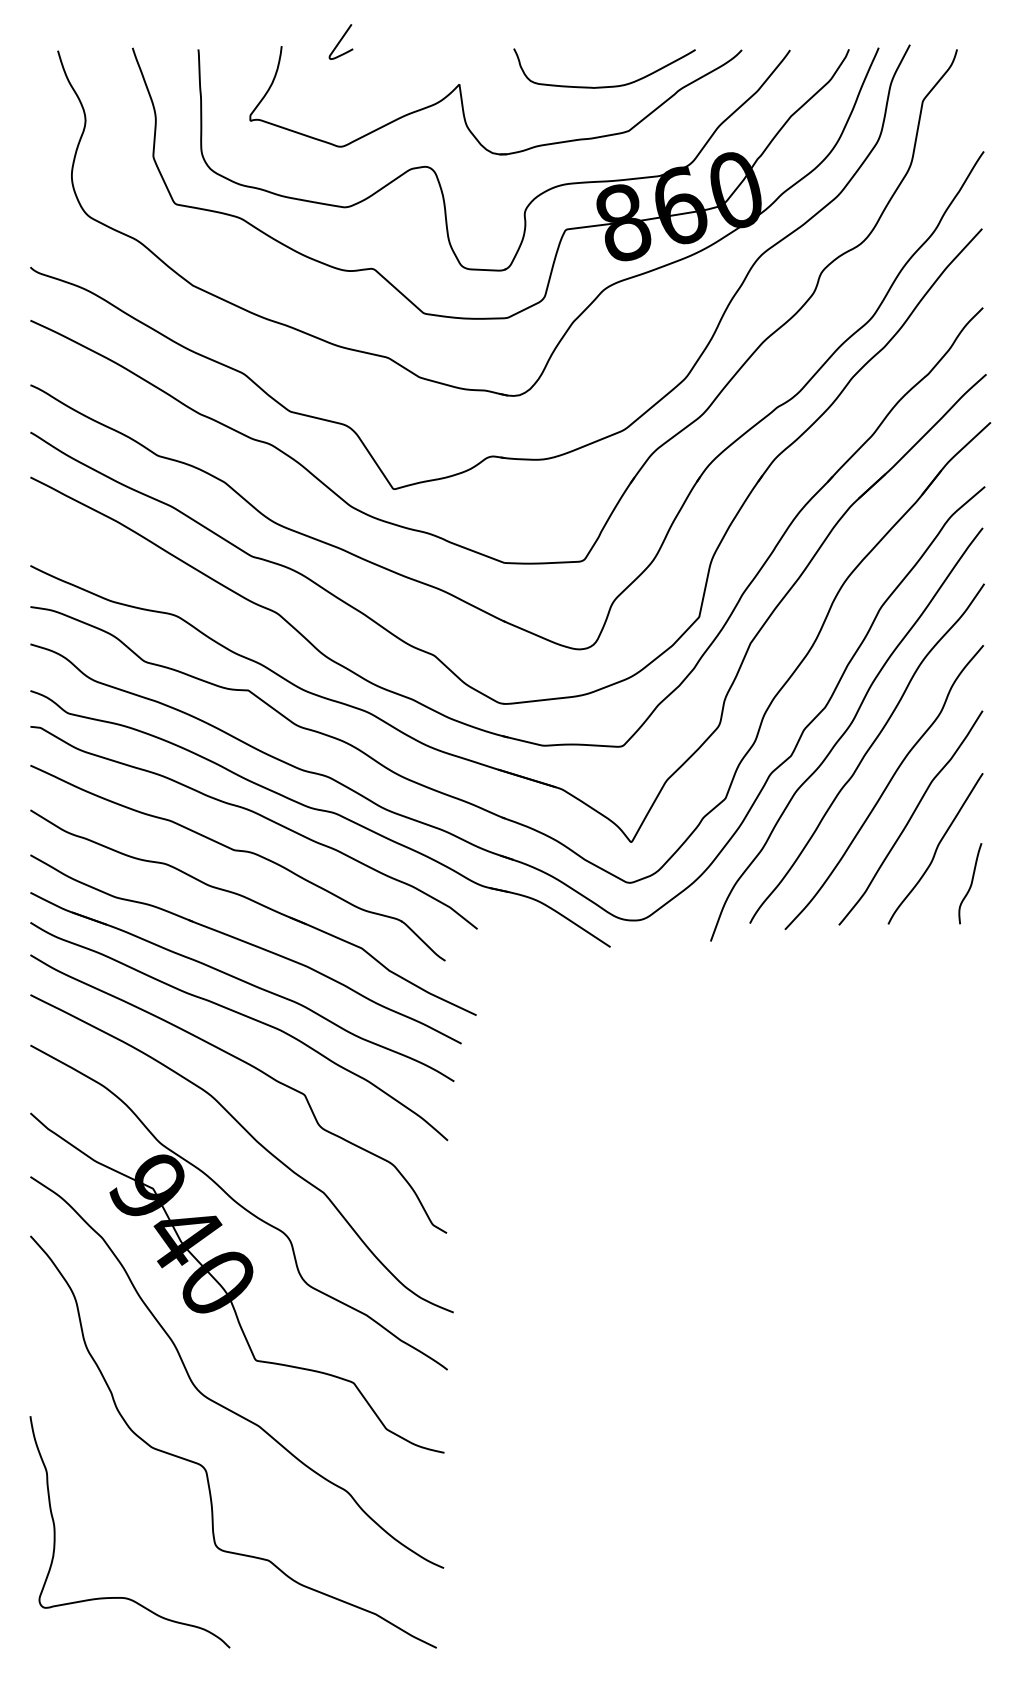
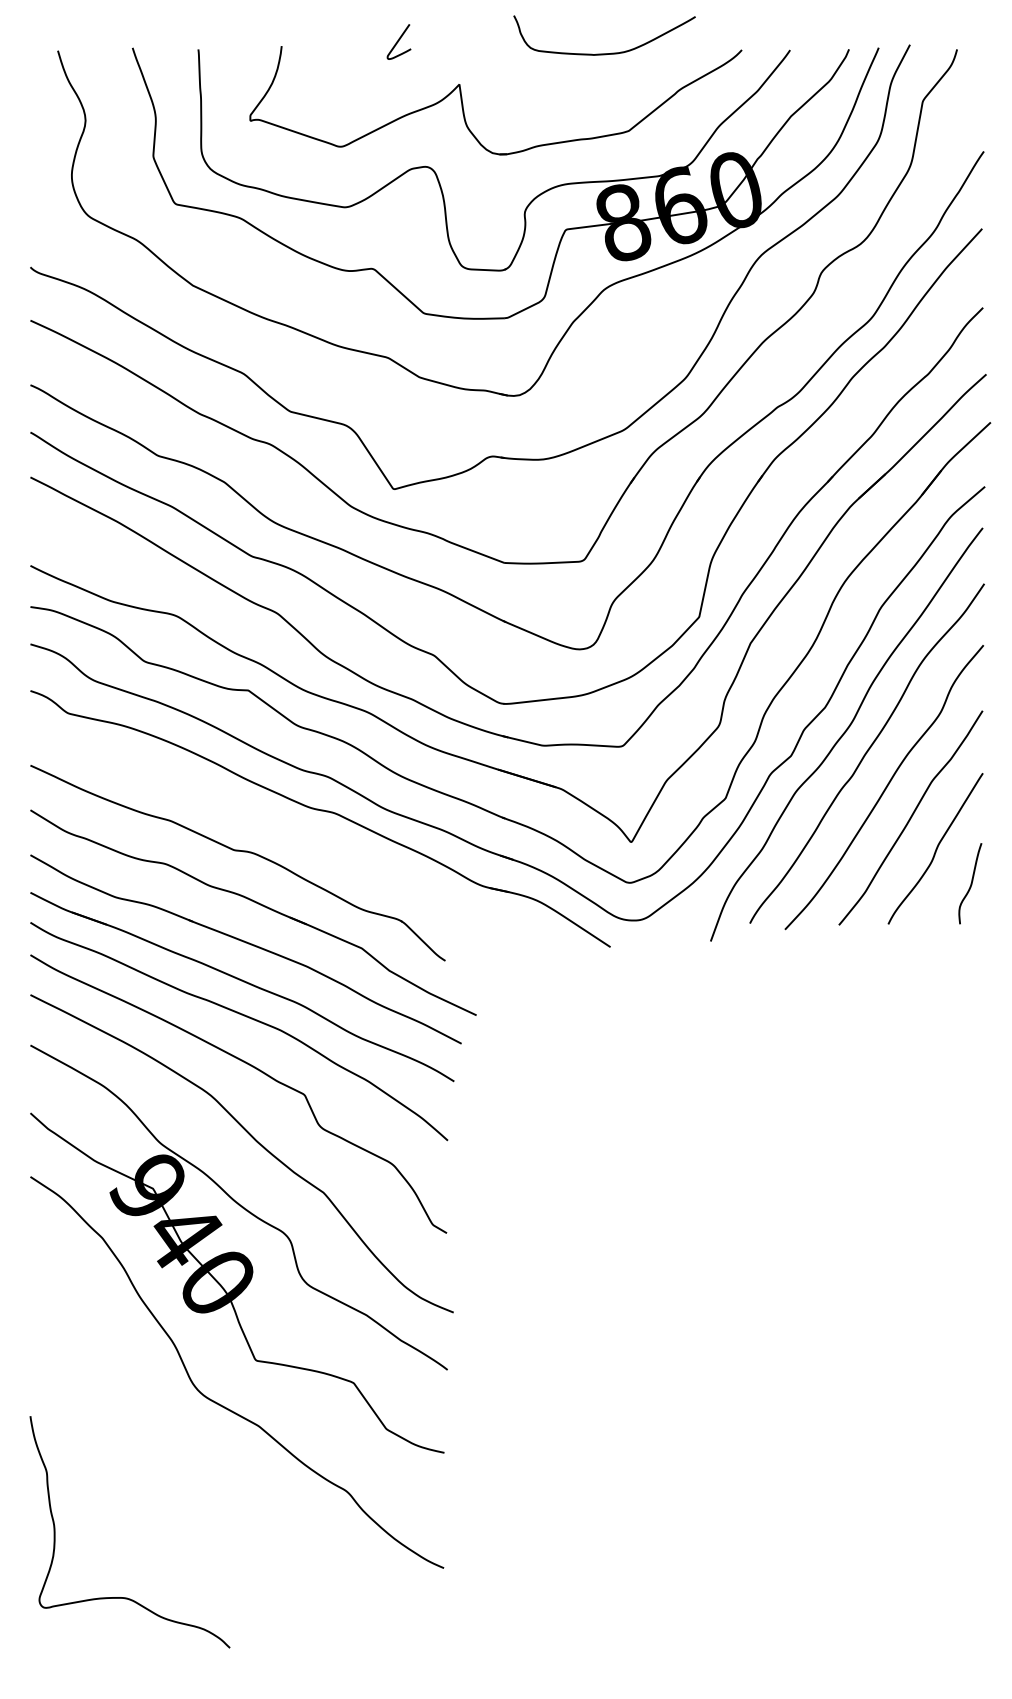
curve at (340, 41) position: (340, 41) -> (398, 41)
curve at (604, 86) position: (604, 86) -> (604, 53)
curve at (258, 815): present -> none
curve at (205, 1468): present -> none
